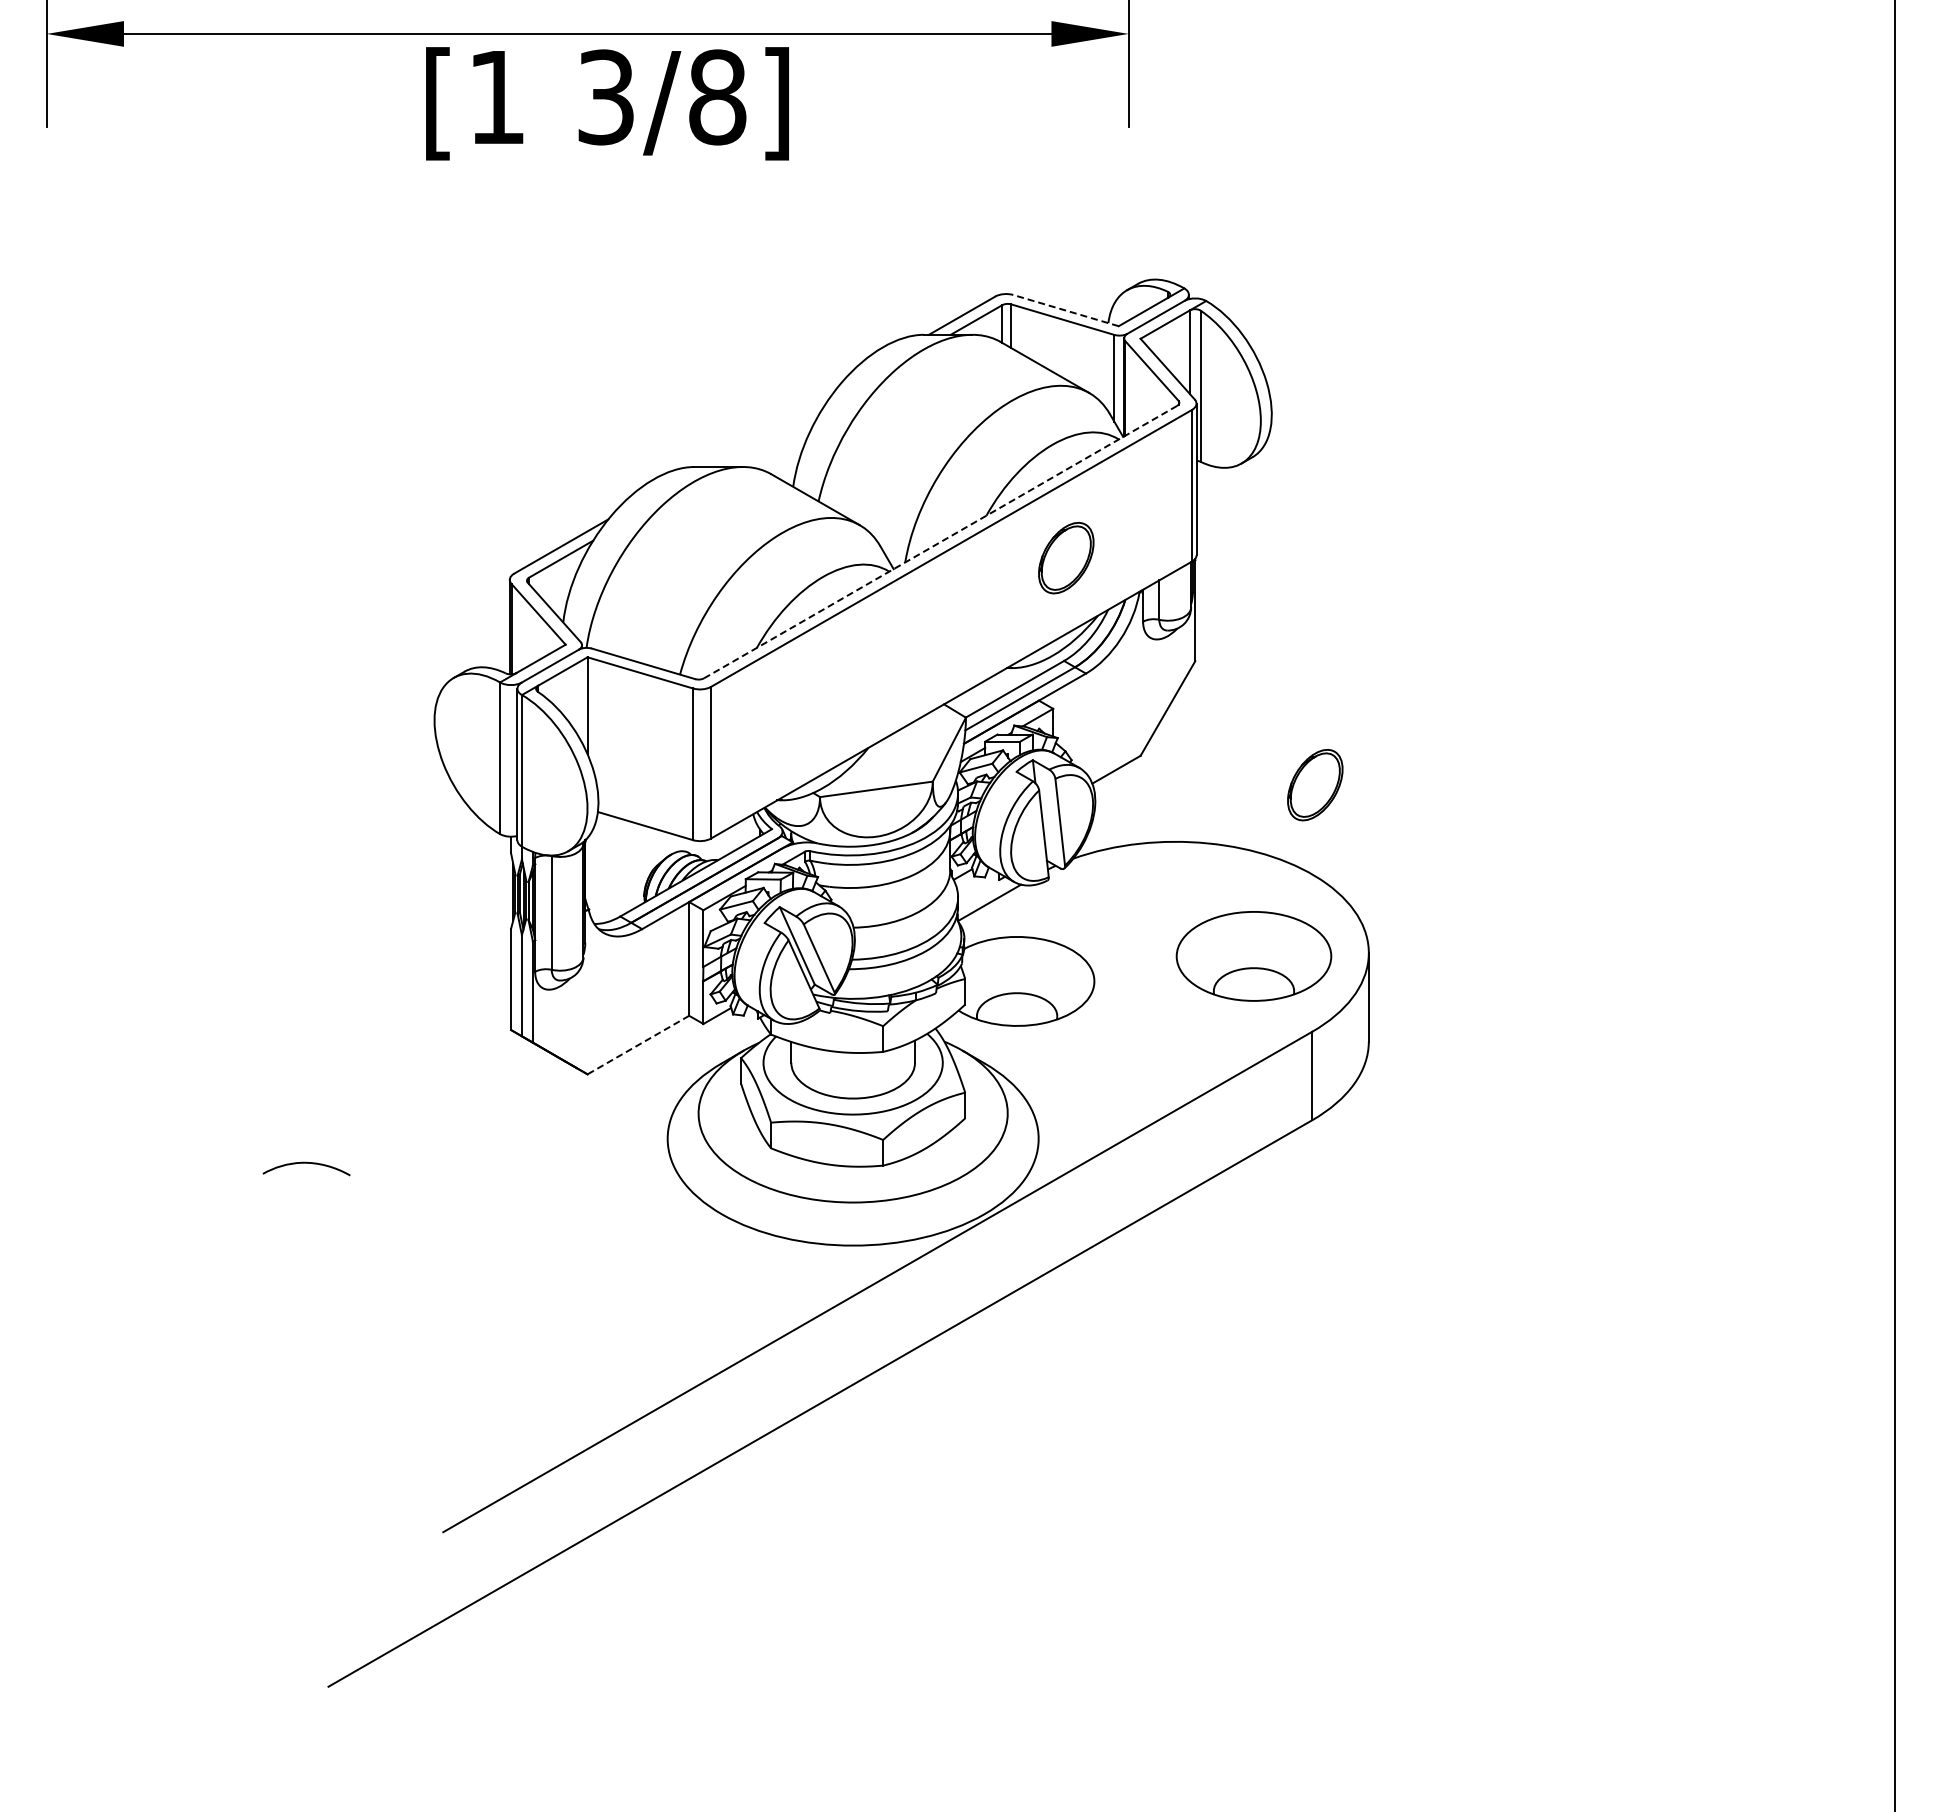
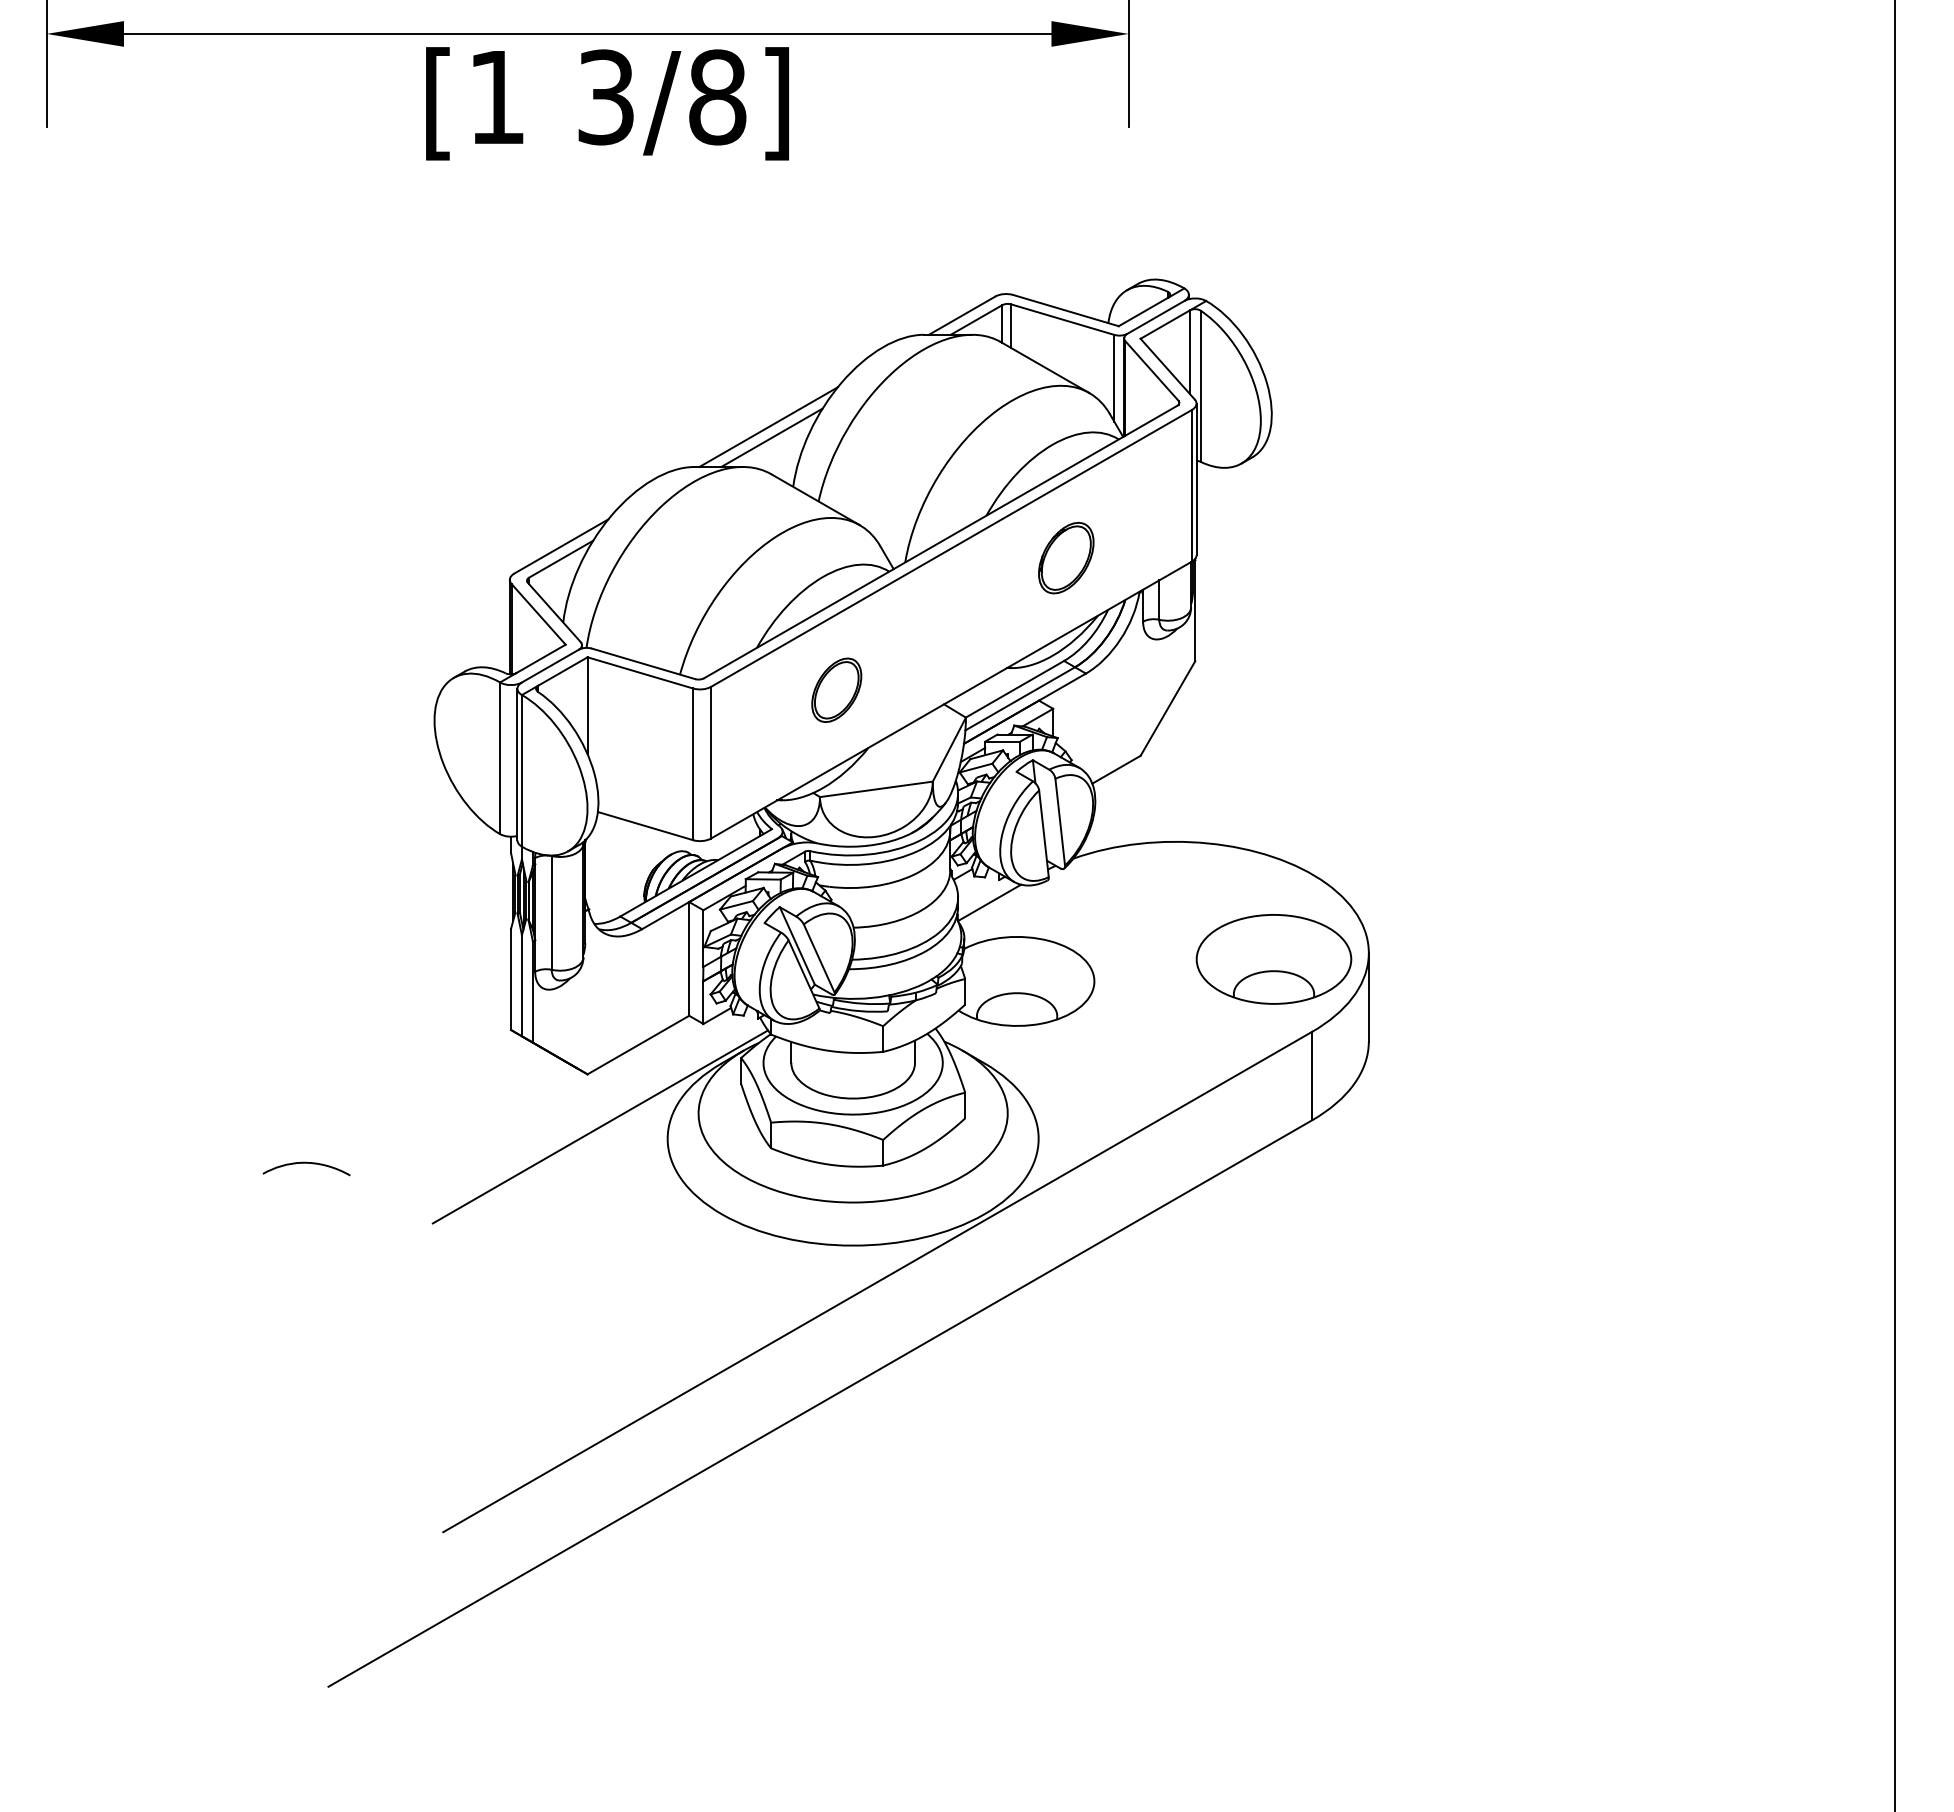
line at (1065, 310): dashed -> solid
line at (768, 427): none -> present
line at (771, 437): none -> present
line at (940, 542): dashed -> solid
part at (836, 689): none -> present
part at (1315, 785): present -> none
part at (1253, 956) position: (1253, 956) -> (1273, 959)
line at (638, 1045): dashed -> solid
line at (599, 1126): none -> present
